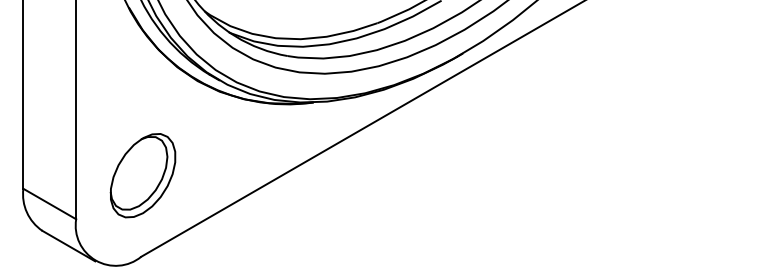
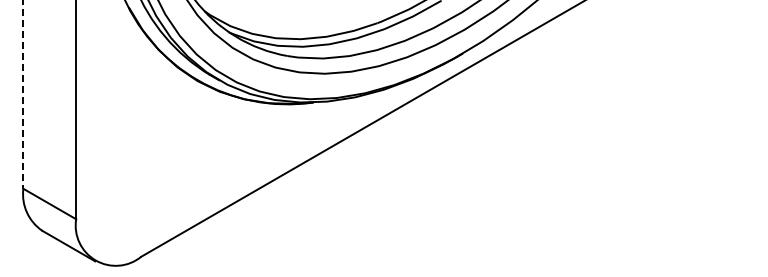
line at (23, 94): solid -> dashed
part at (142, 175): present -> none
